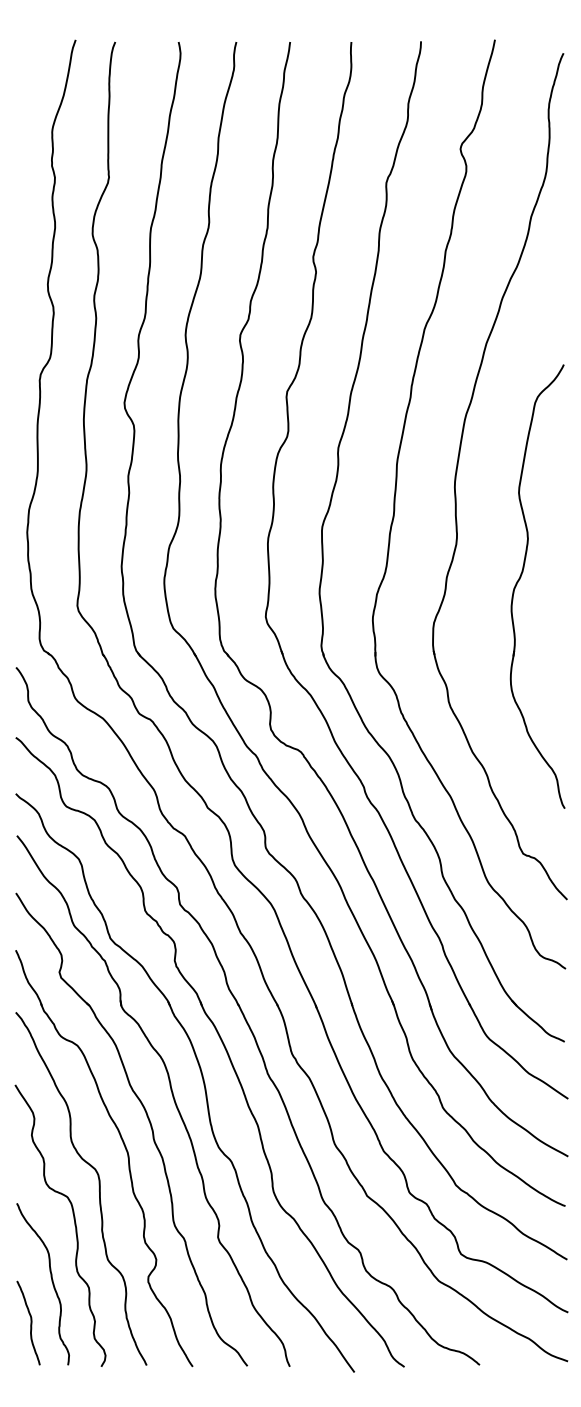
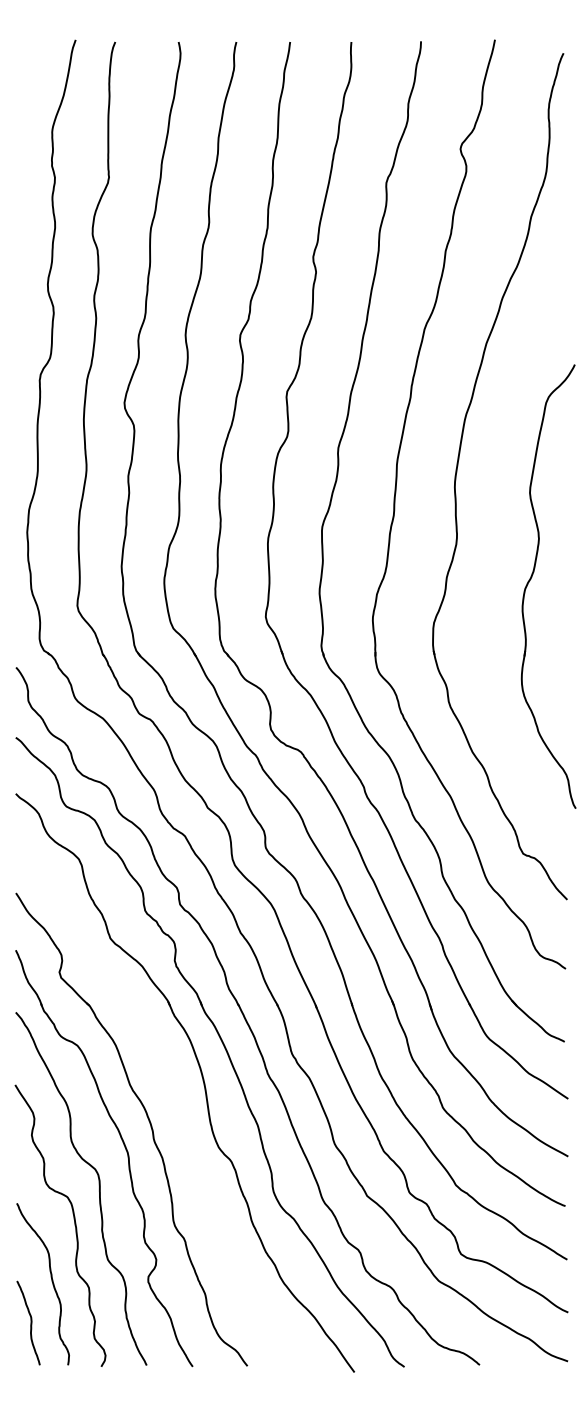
part at (521, 577) position: (521, 577) -> (532, 577)
part at (171, 1094): present -> none
